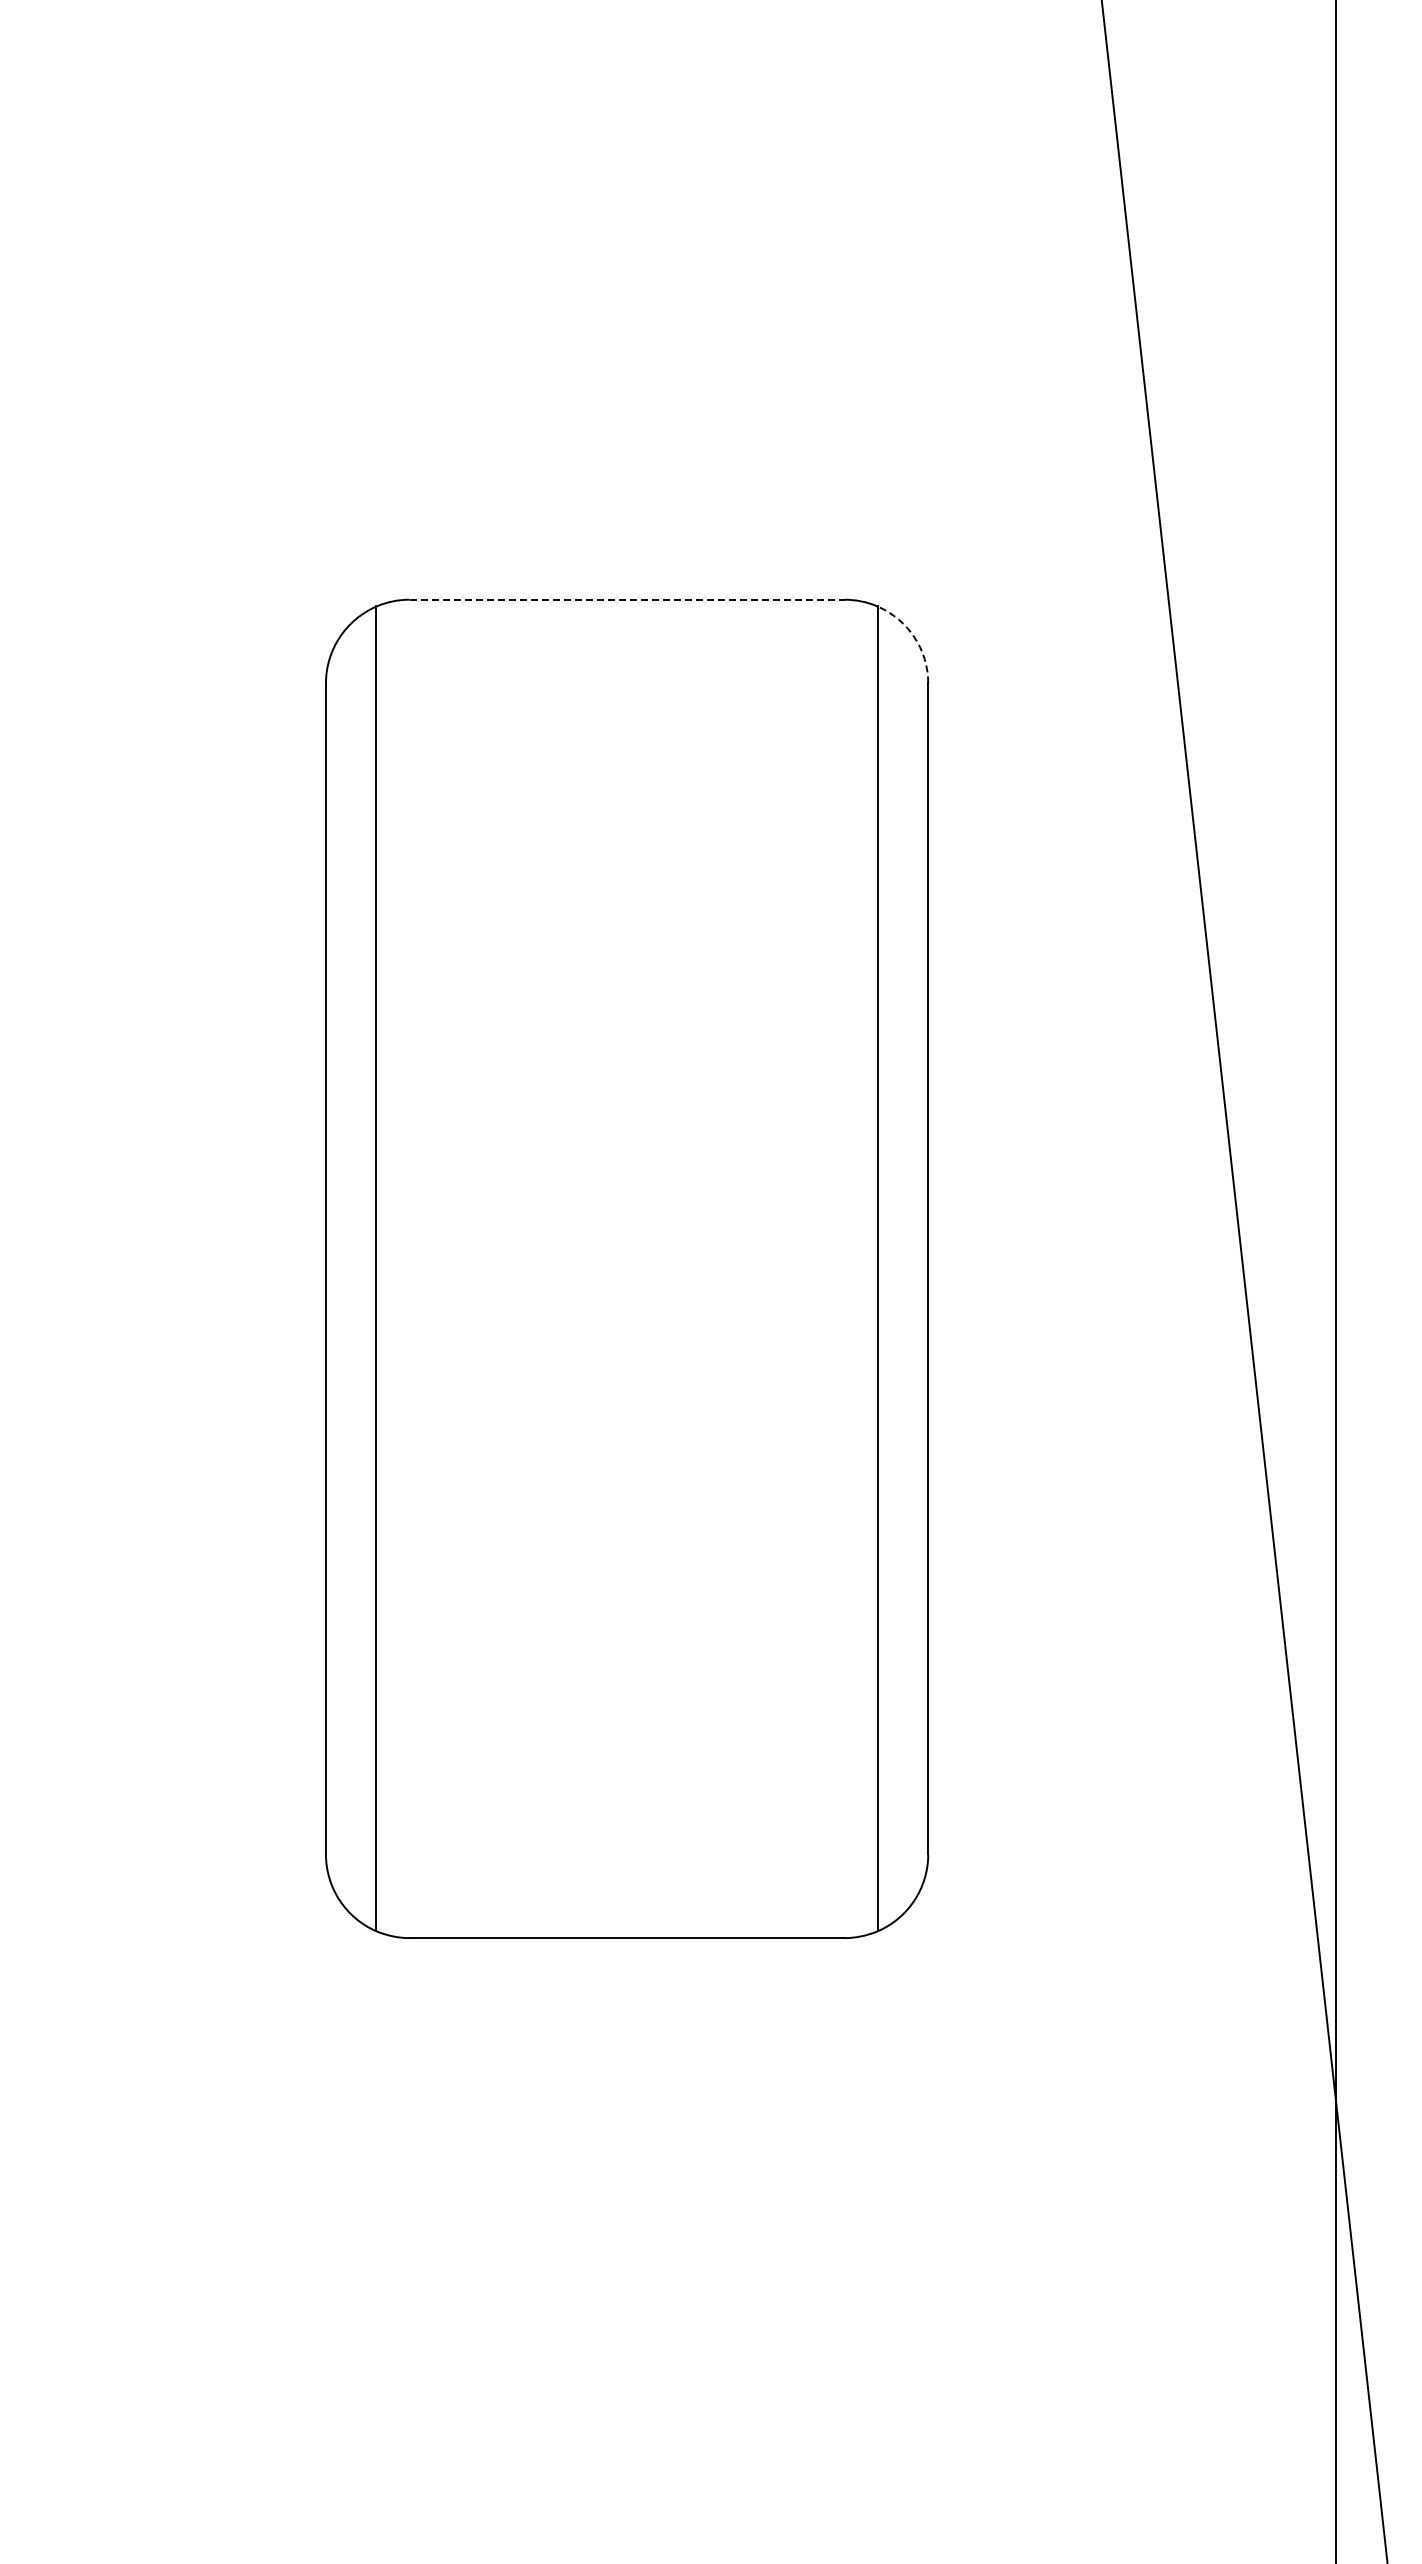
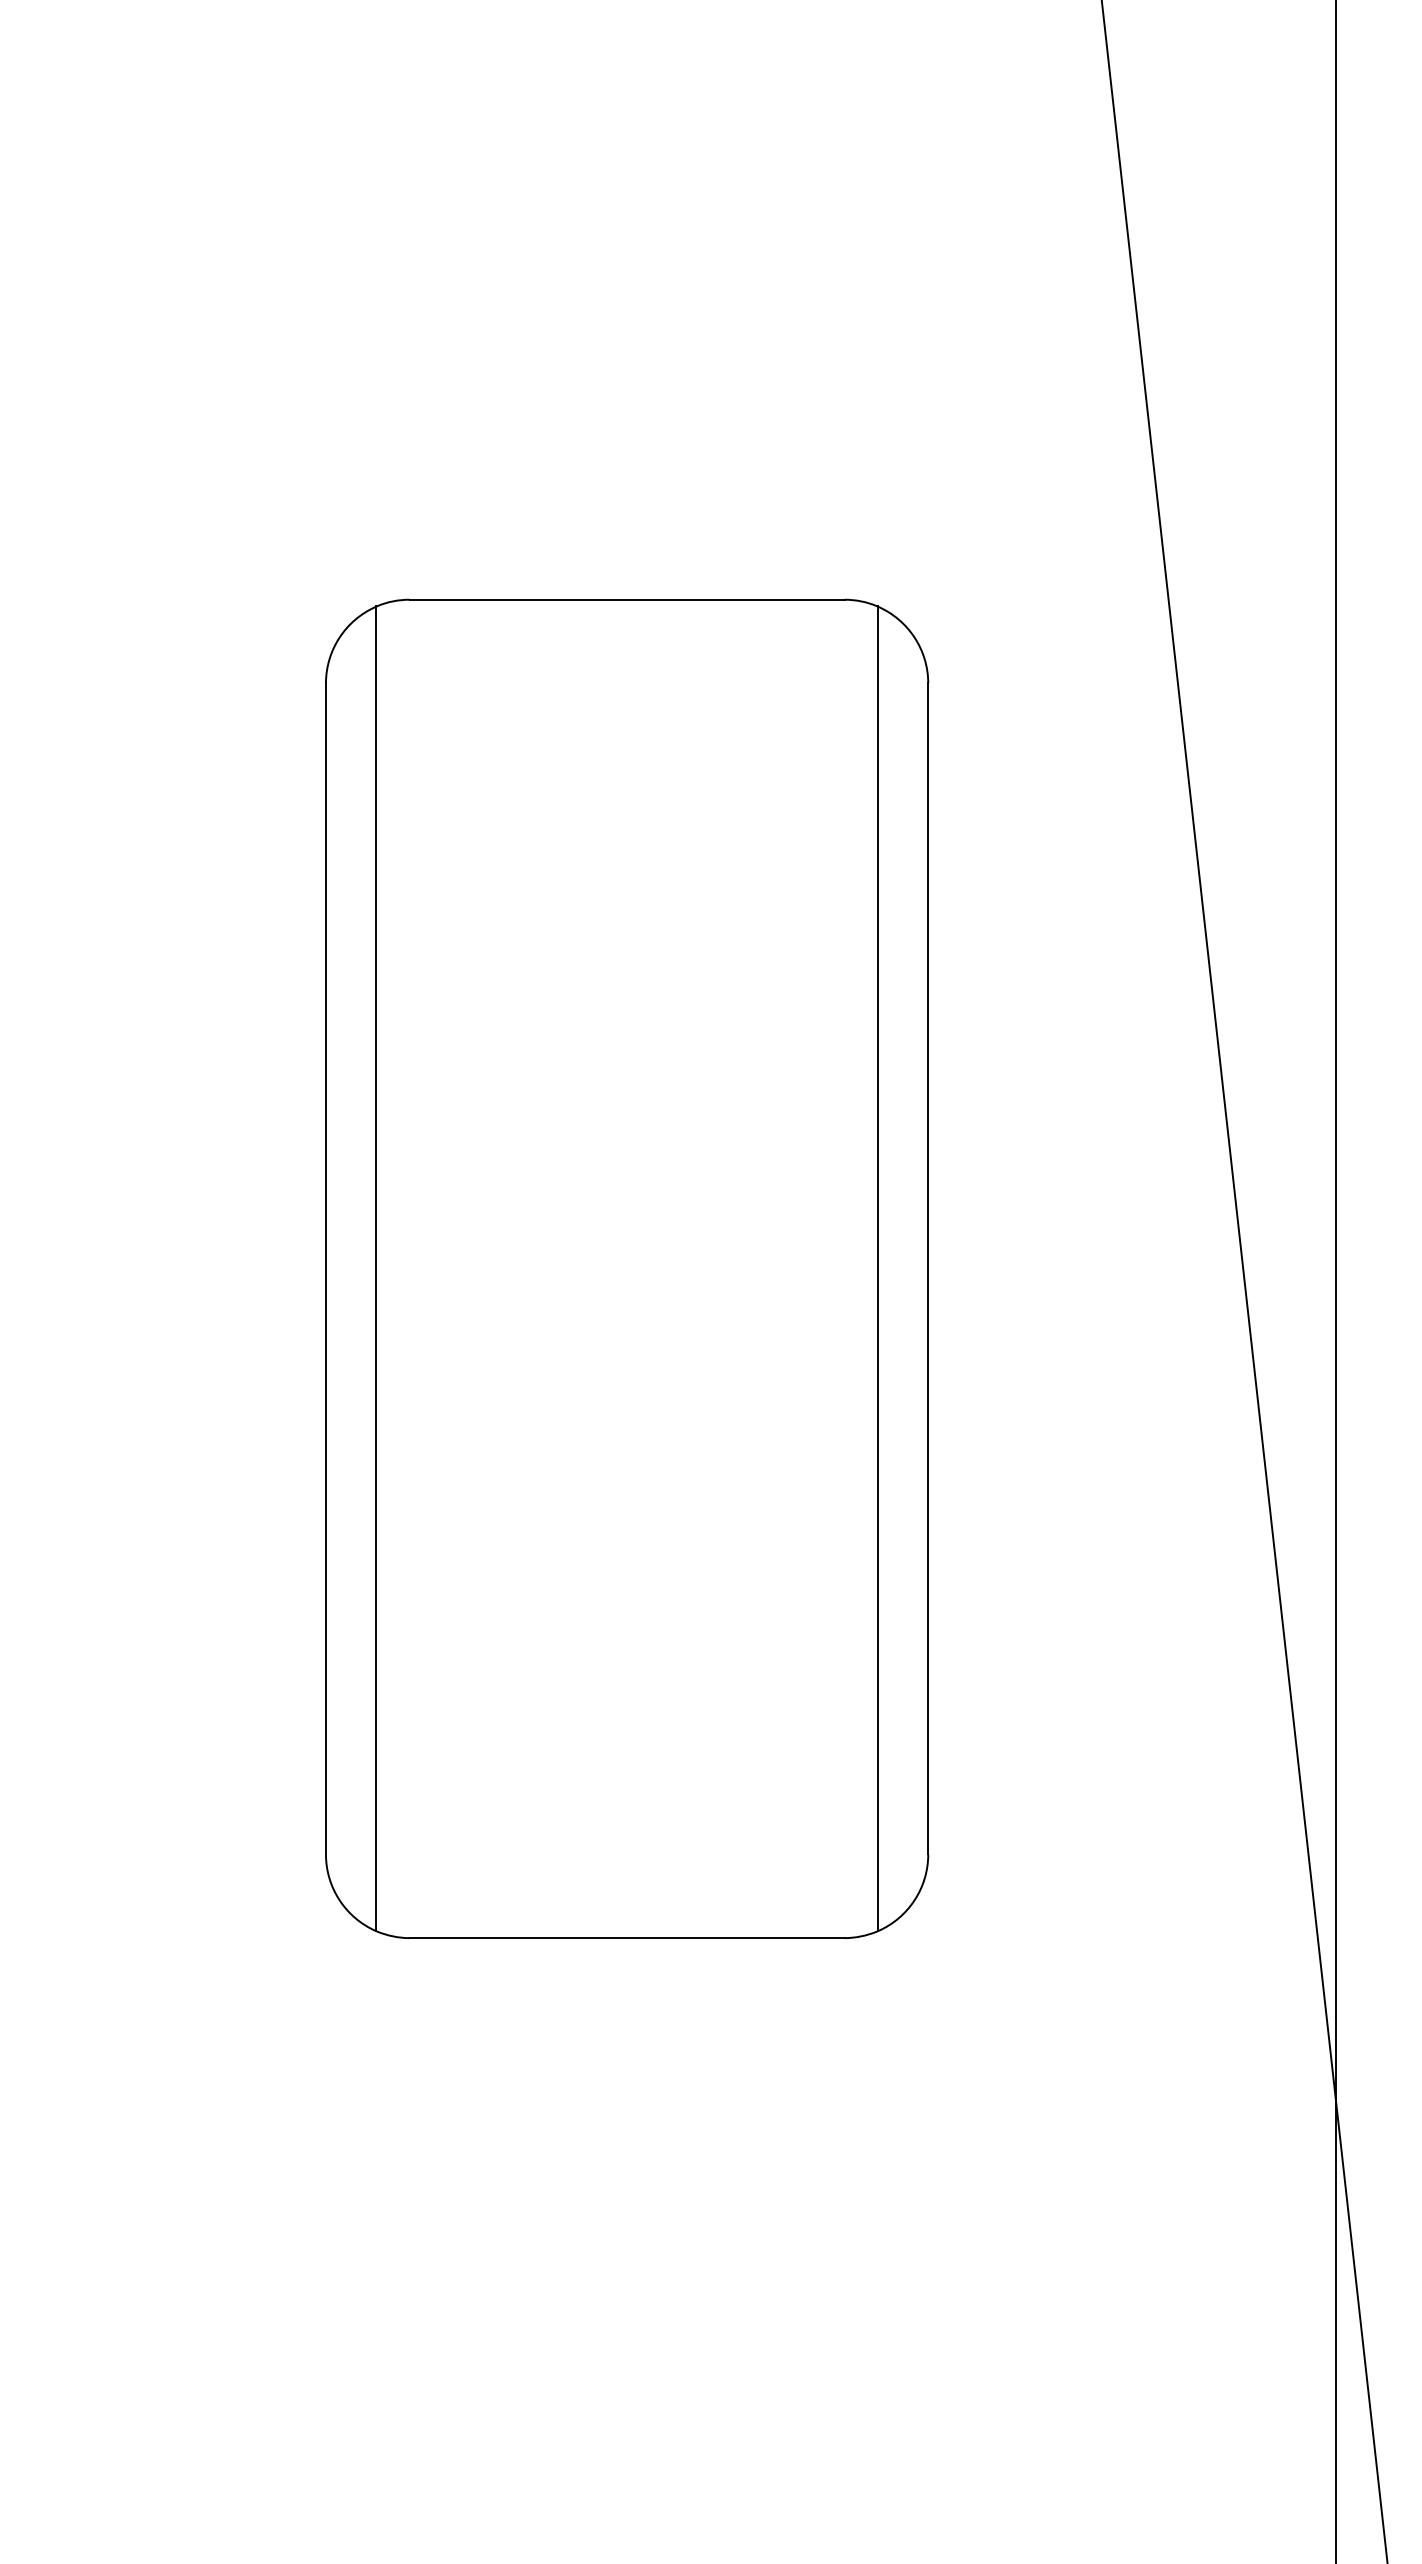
line at (627, 599): dashed -> solid
arc at (914, 637): dashed -> solid
